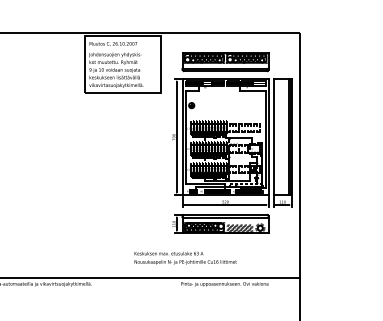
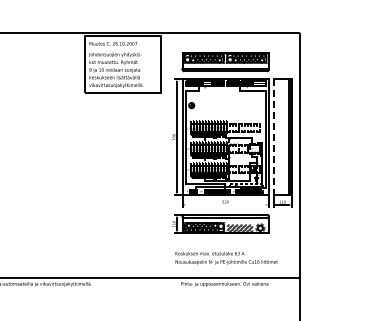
line at (273, 137): solid -> dashed
line at (225, 204): present -> none
text at (185, 257) position: (185, 257) -> (226, 257)
